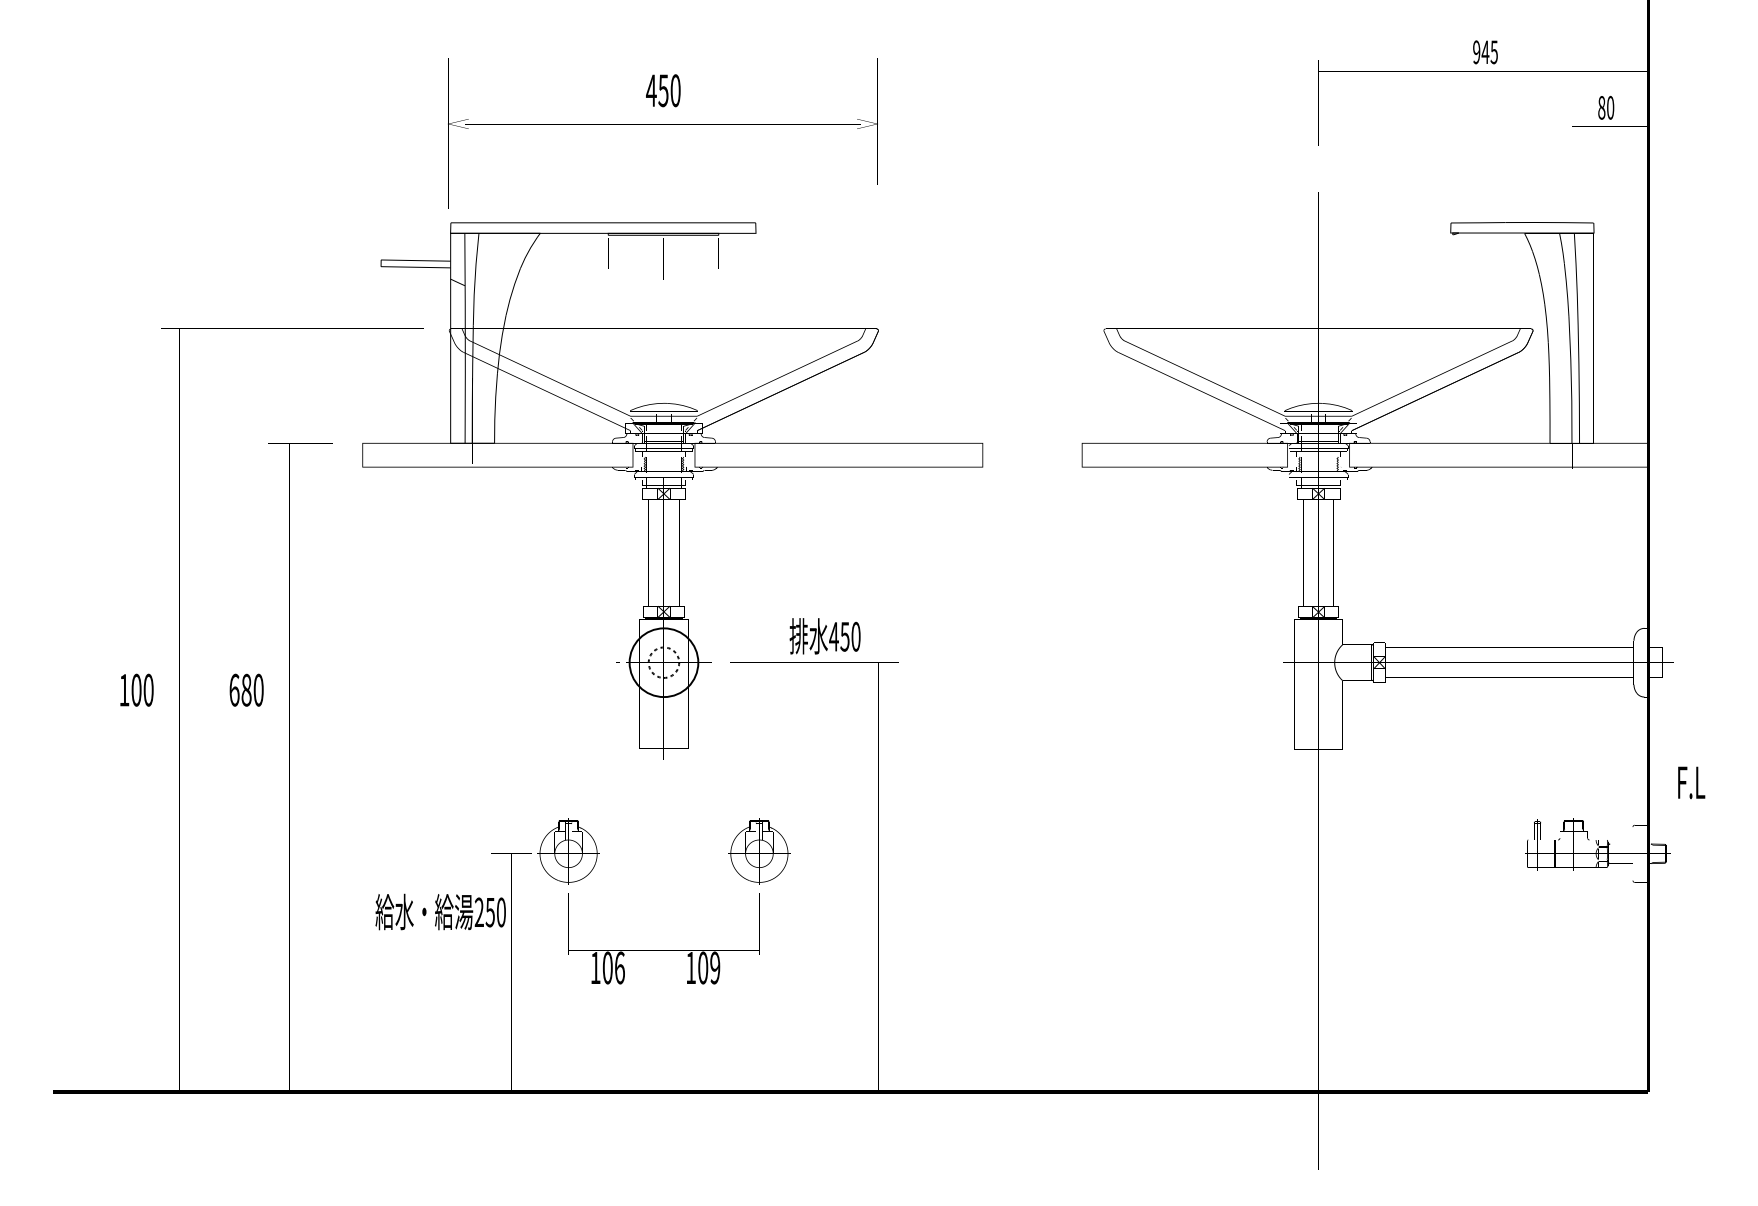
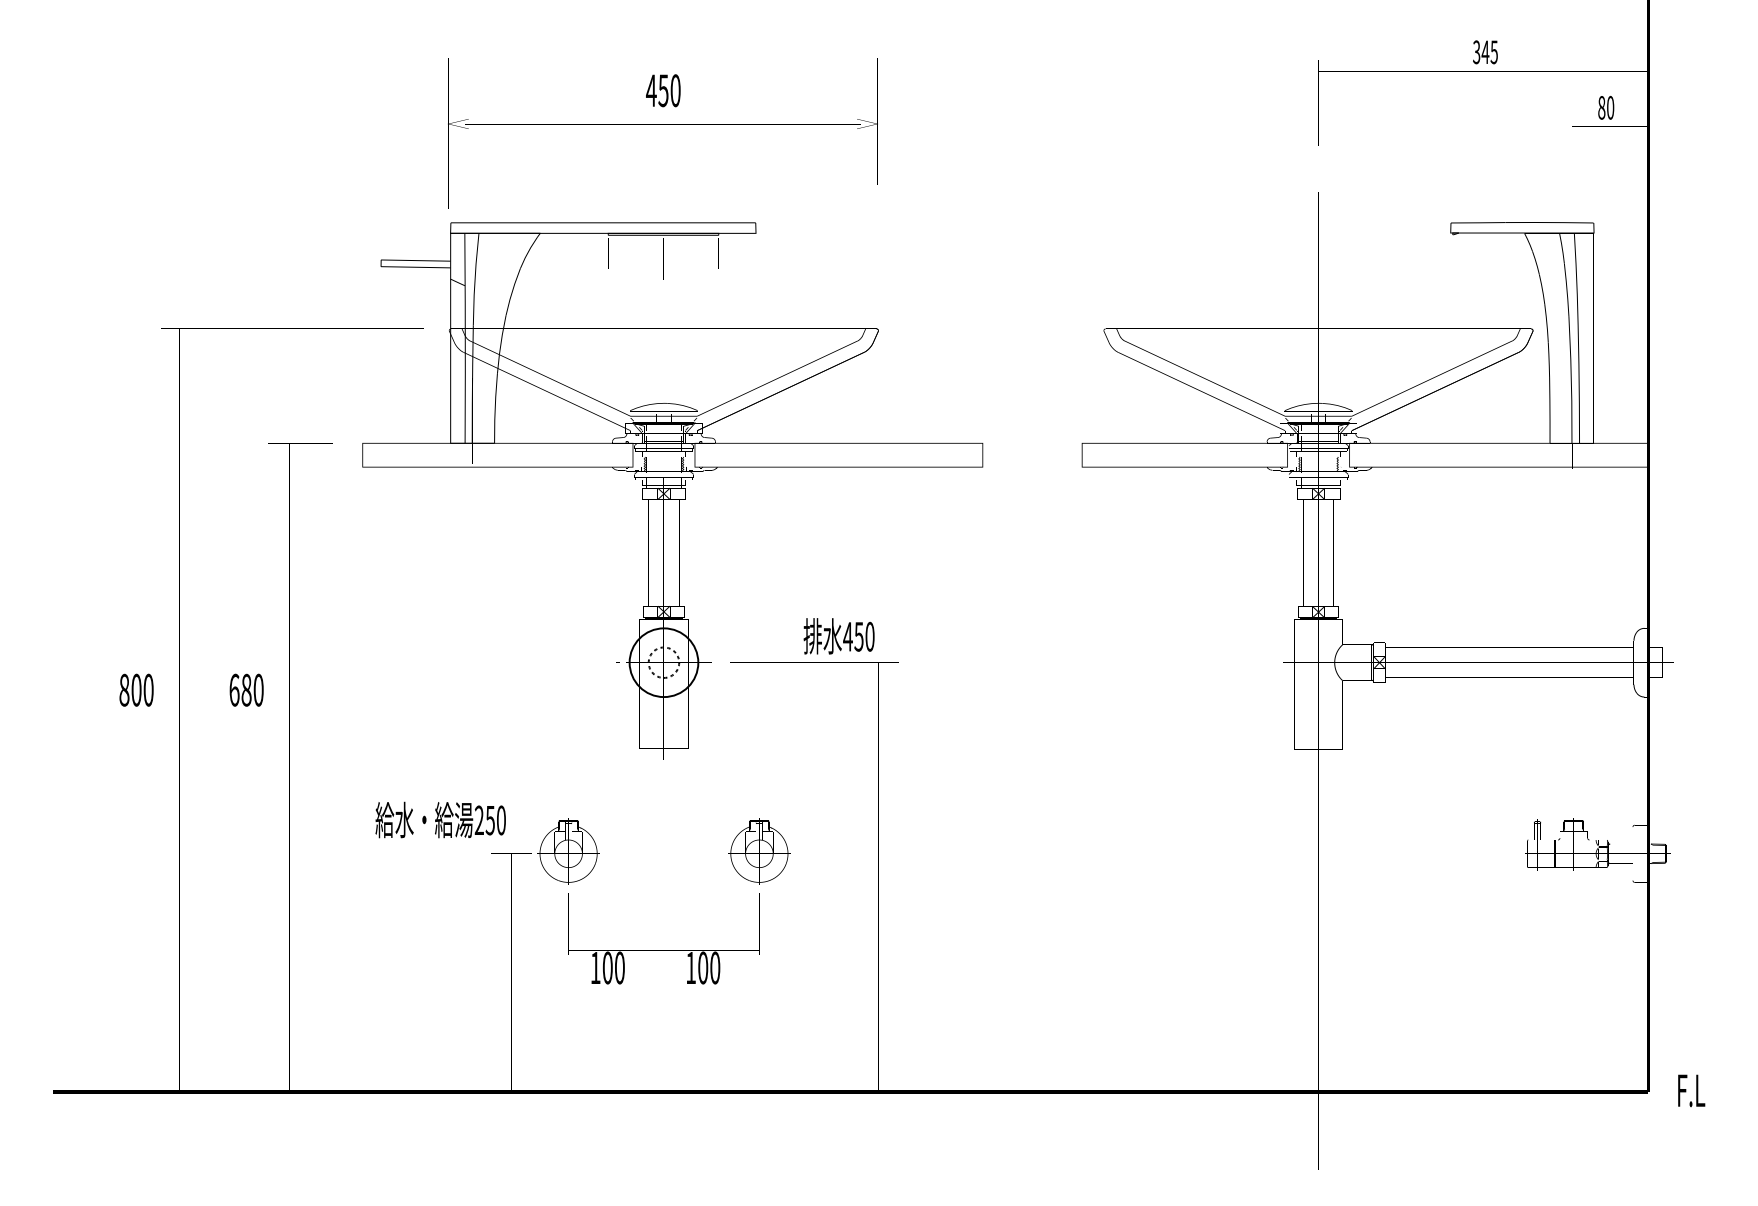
text at (1476, 52): 945 -> 345
text at (824, 636) position: (824, 636) -> (838, 636)
text at (124, 689): 100 -> 800
text at (1691, 782) position: (1691, 782) -> (1691, 1090)
text at (440, 911) position: (440, 911) -> (440, 819)
text at (619, 967): 106 -> 100
text at (715, 967): 109 -> 100
